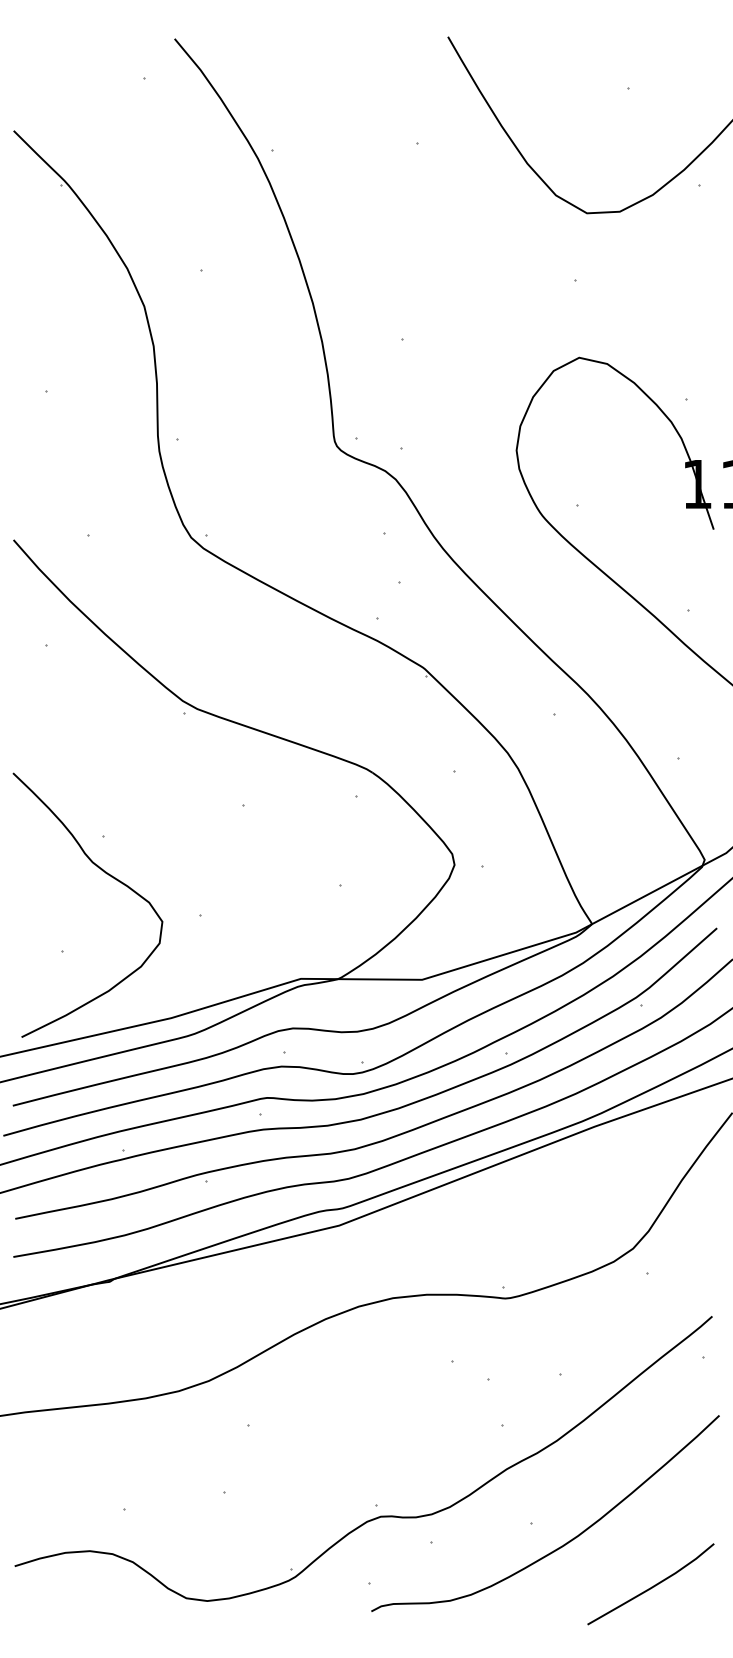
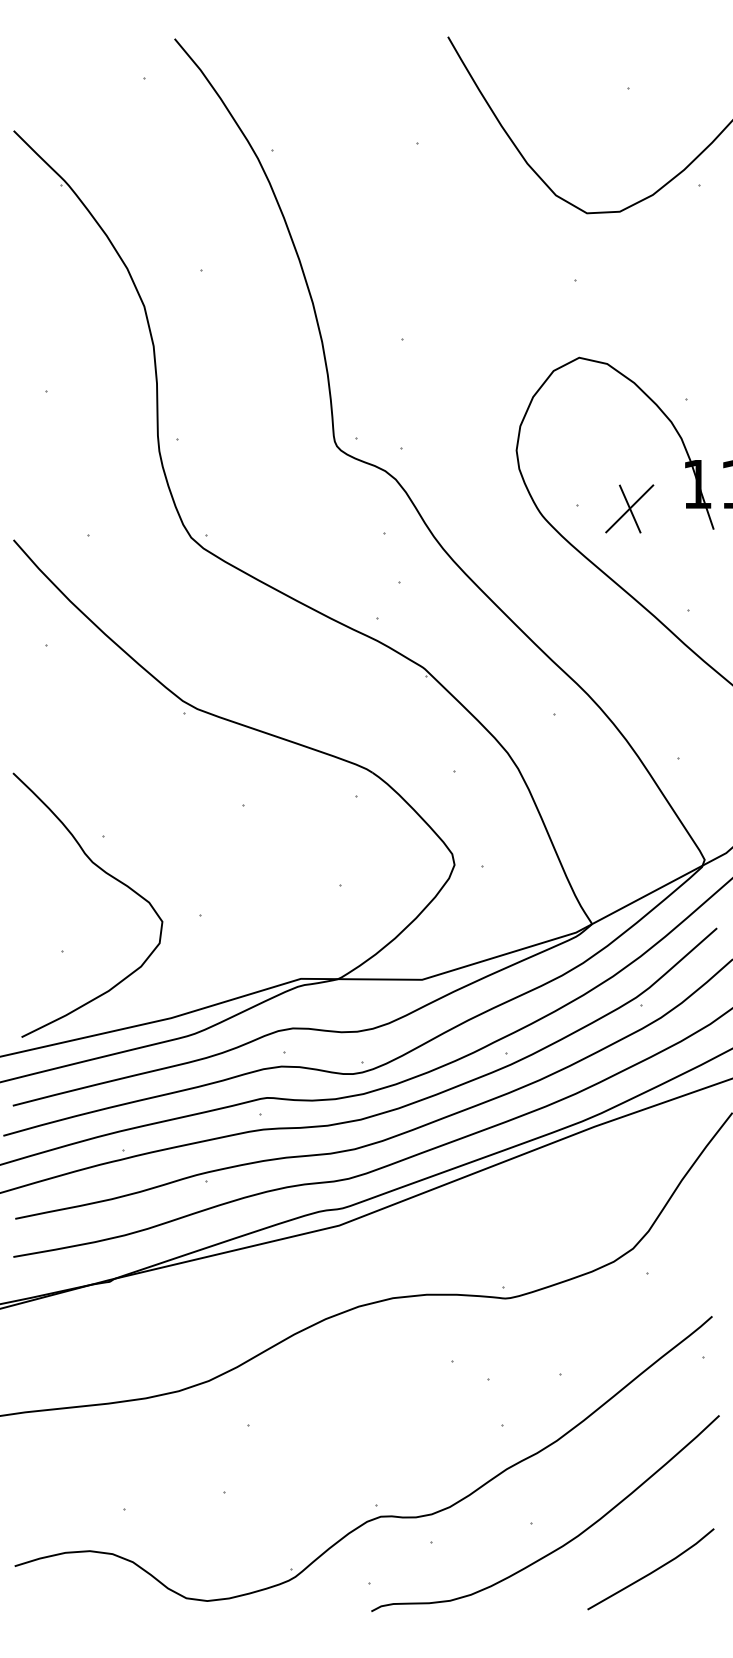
part at (629, 508): none -> present
curve at (651, 1586) position: (651, 1586) -> (651, 1571)
